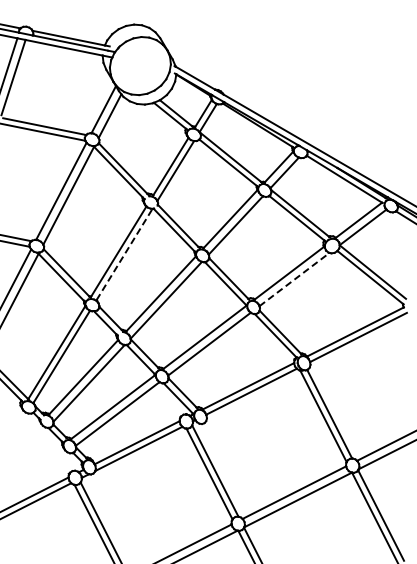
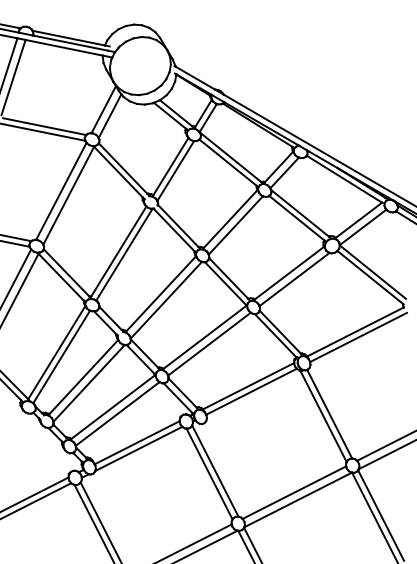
line at (124, 254): dashed -> solid
line at (294, 279): dashed -> solid
